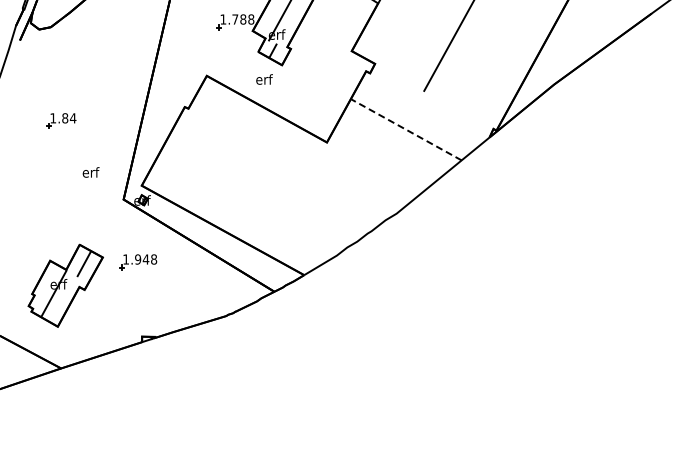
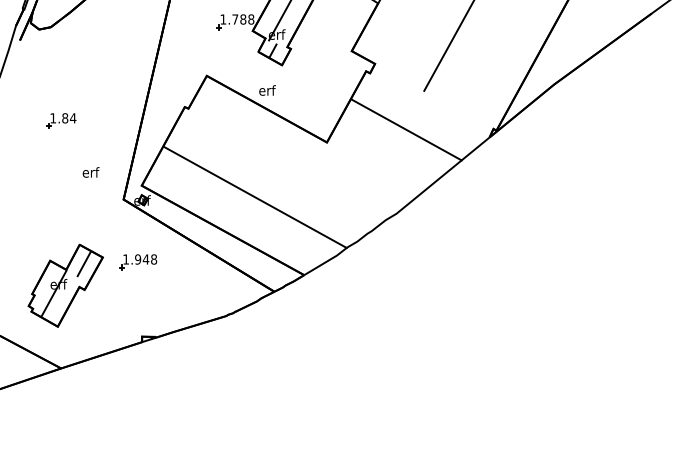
text at (264, 79) position: (264, 79) -> (267, 90)
line at (406, 129): dashed -> solid
line at (255, 197): none -> present
